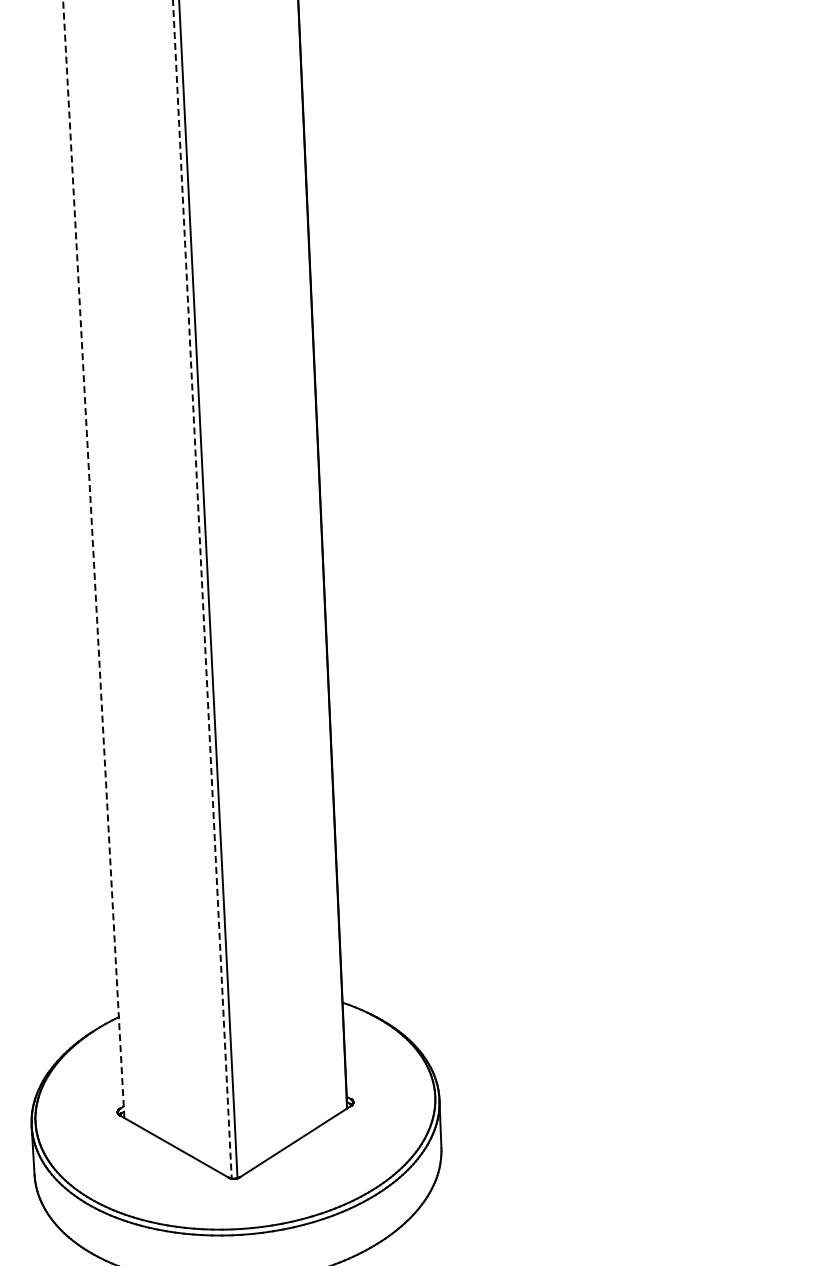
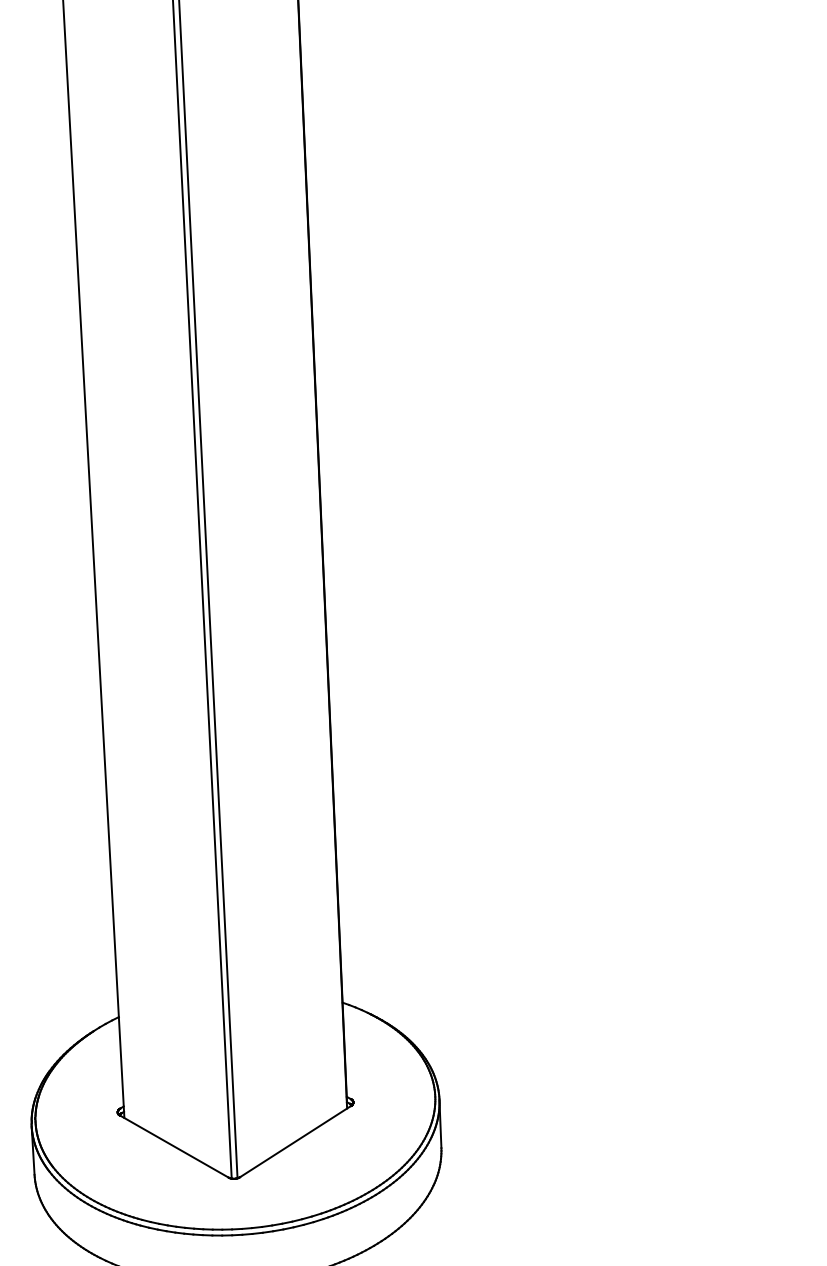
line at (93, 558): dashed -> solid
line at (202, 589): dashed -> solid
